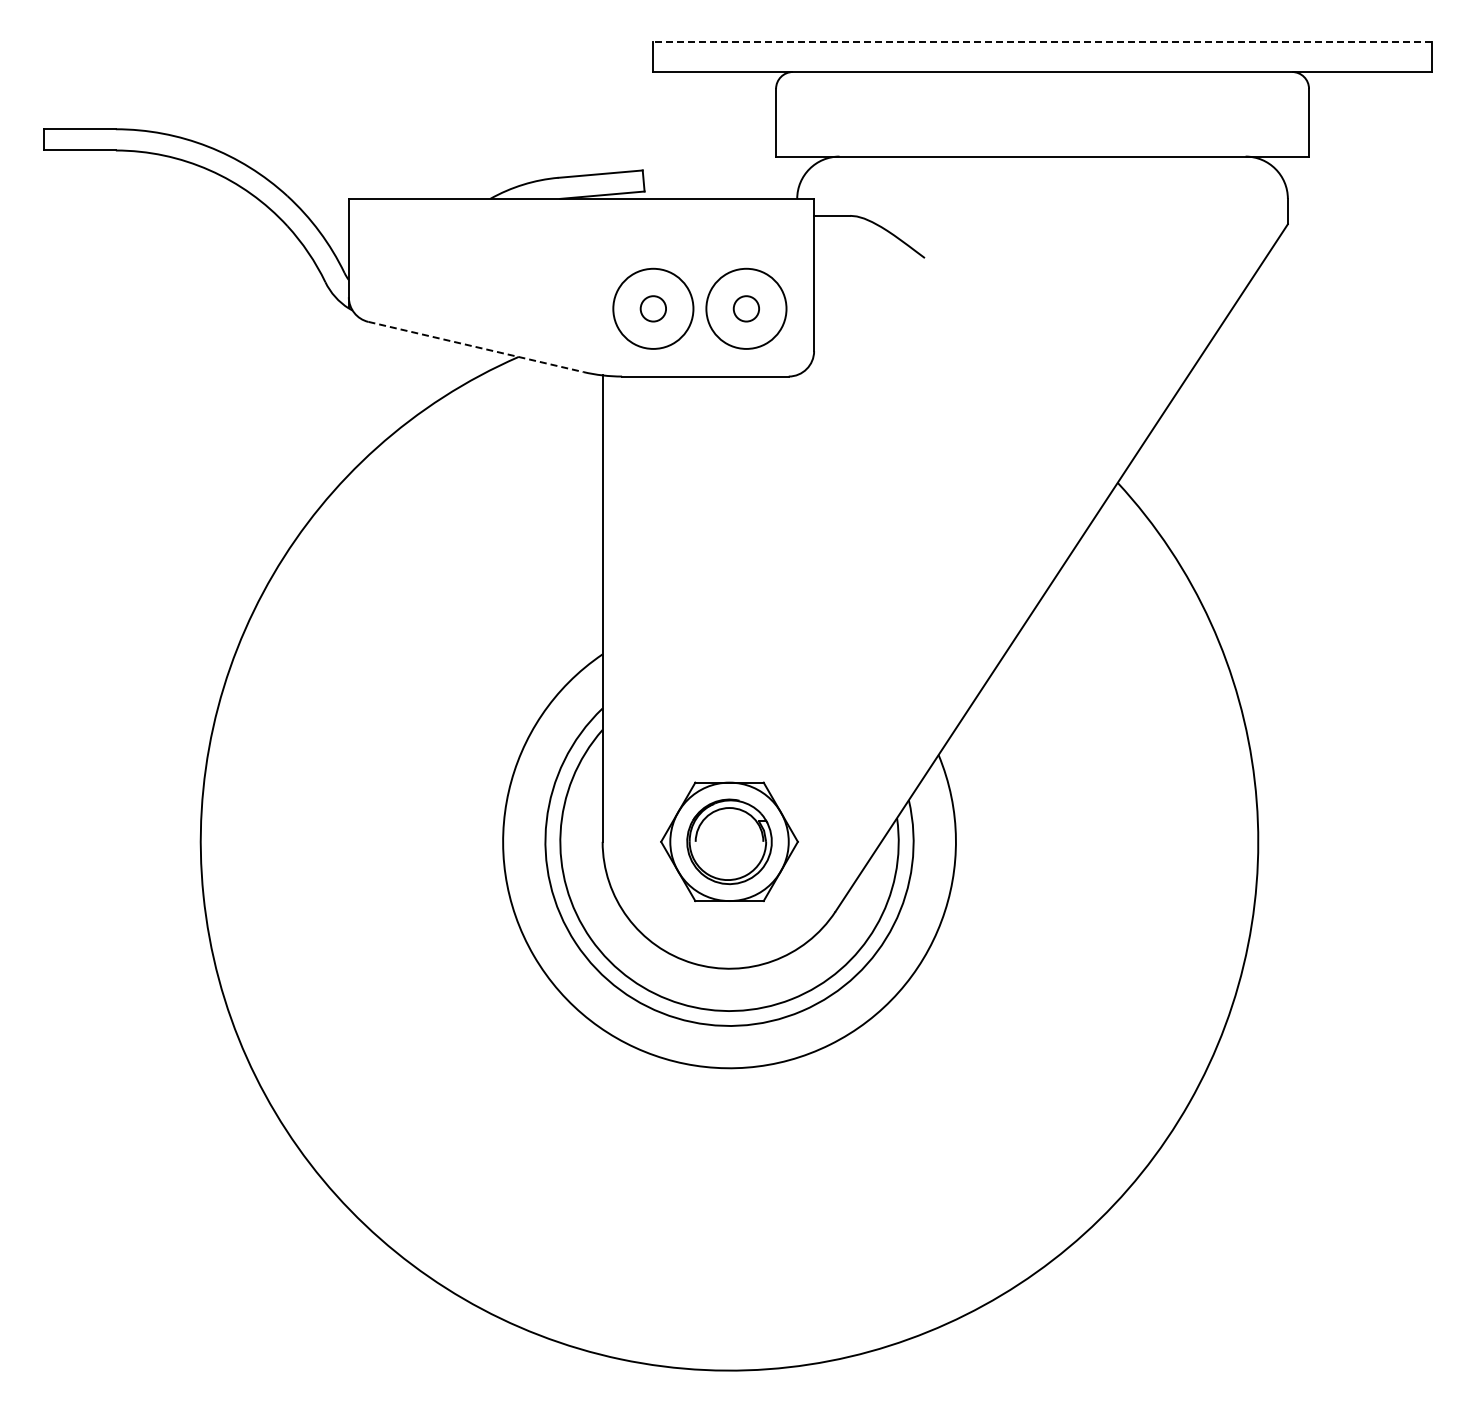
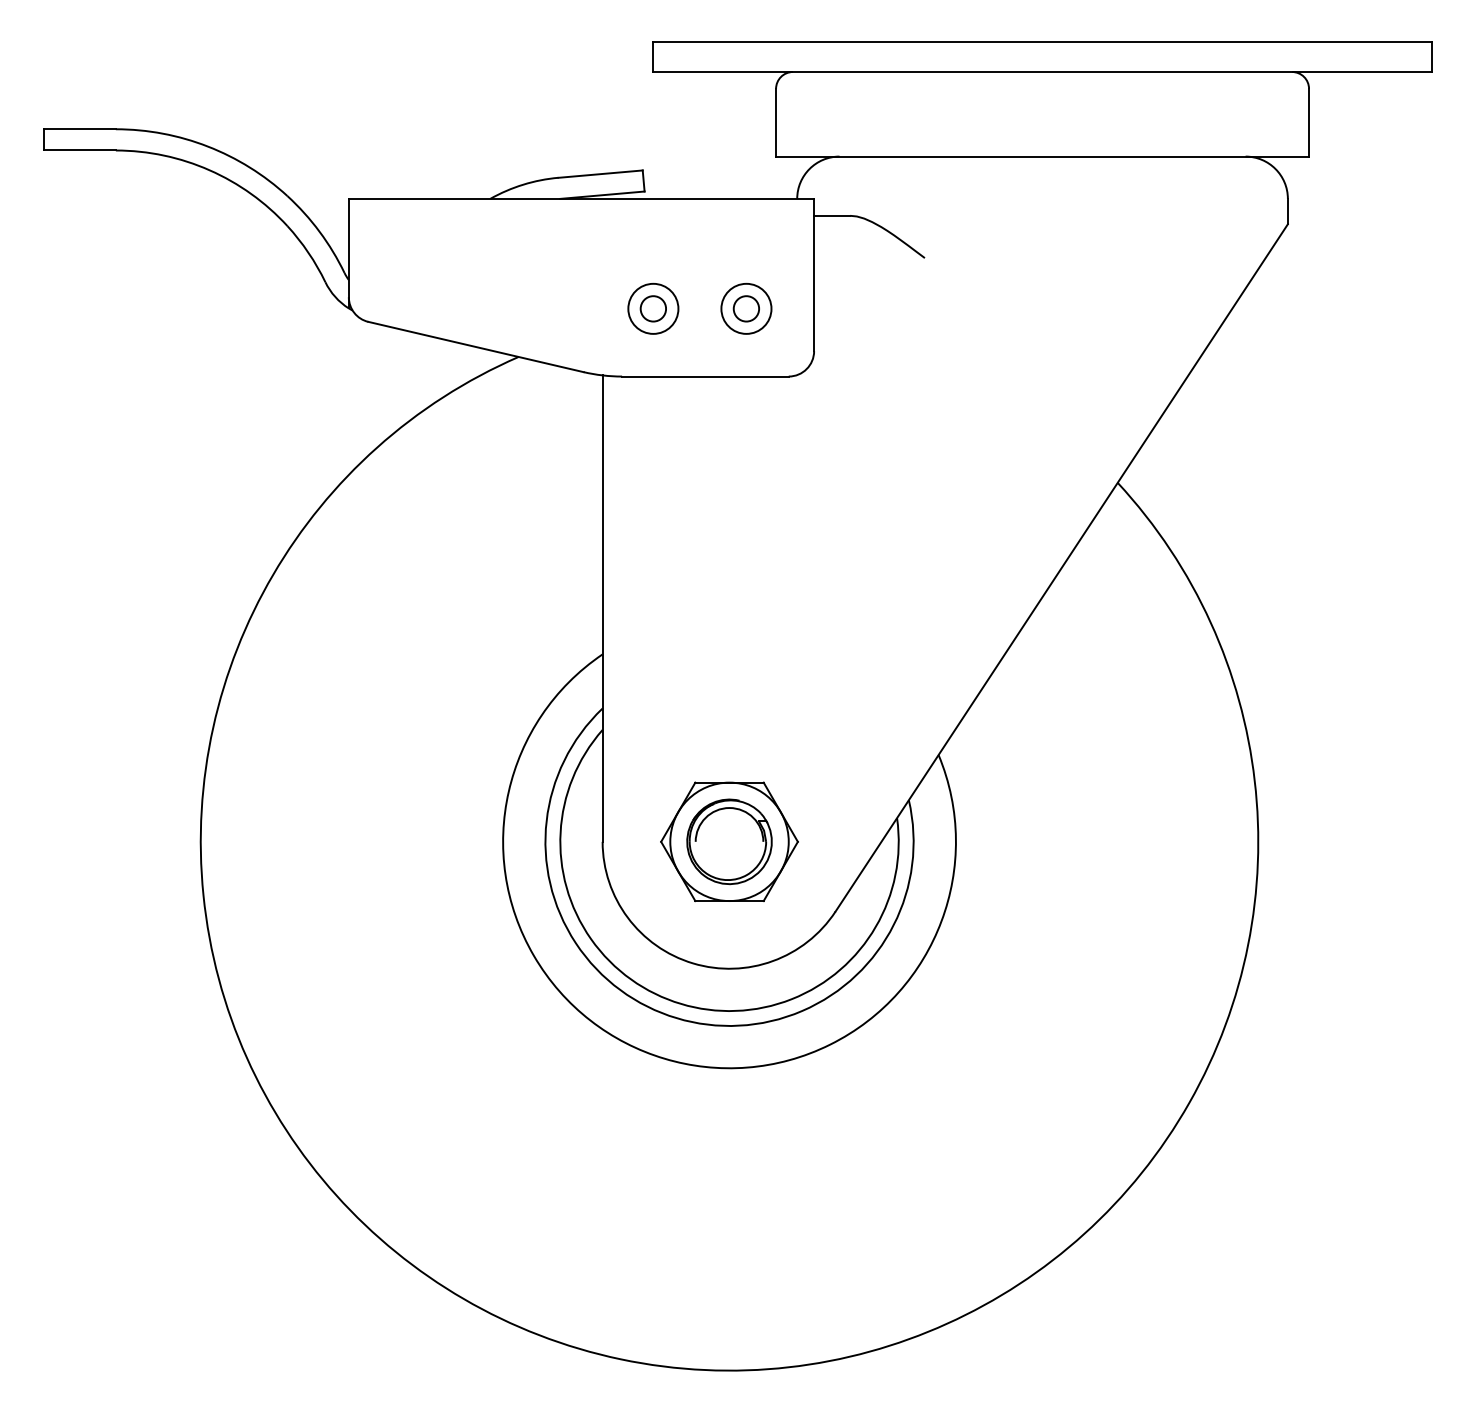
line at (1042, 42): dashed -> solid
circle at (653, 308) diameter: 80 px -> 50 px
circle at (746, 308) diameter: 80 px -> 50 px
line at (476, 347): dashed -> solid
